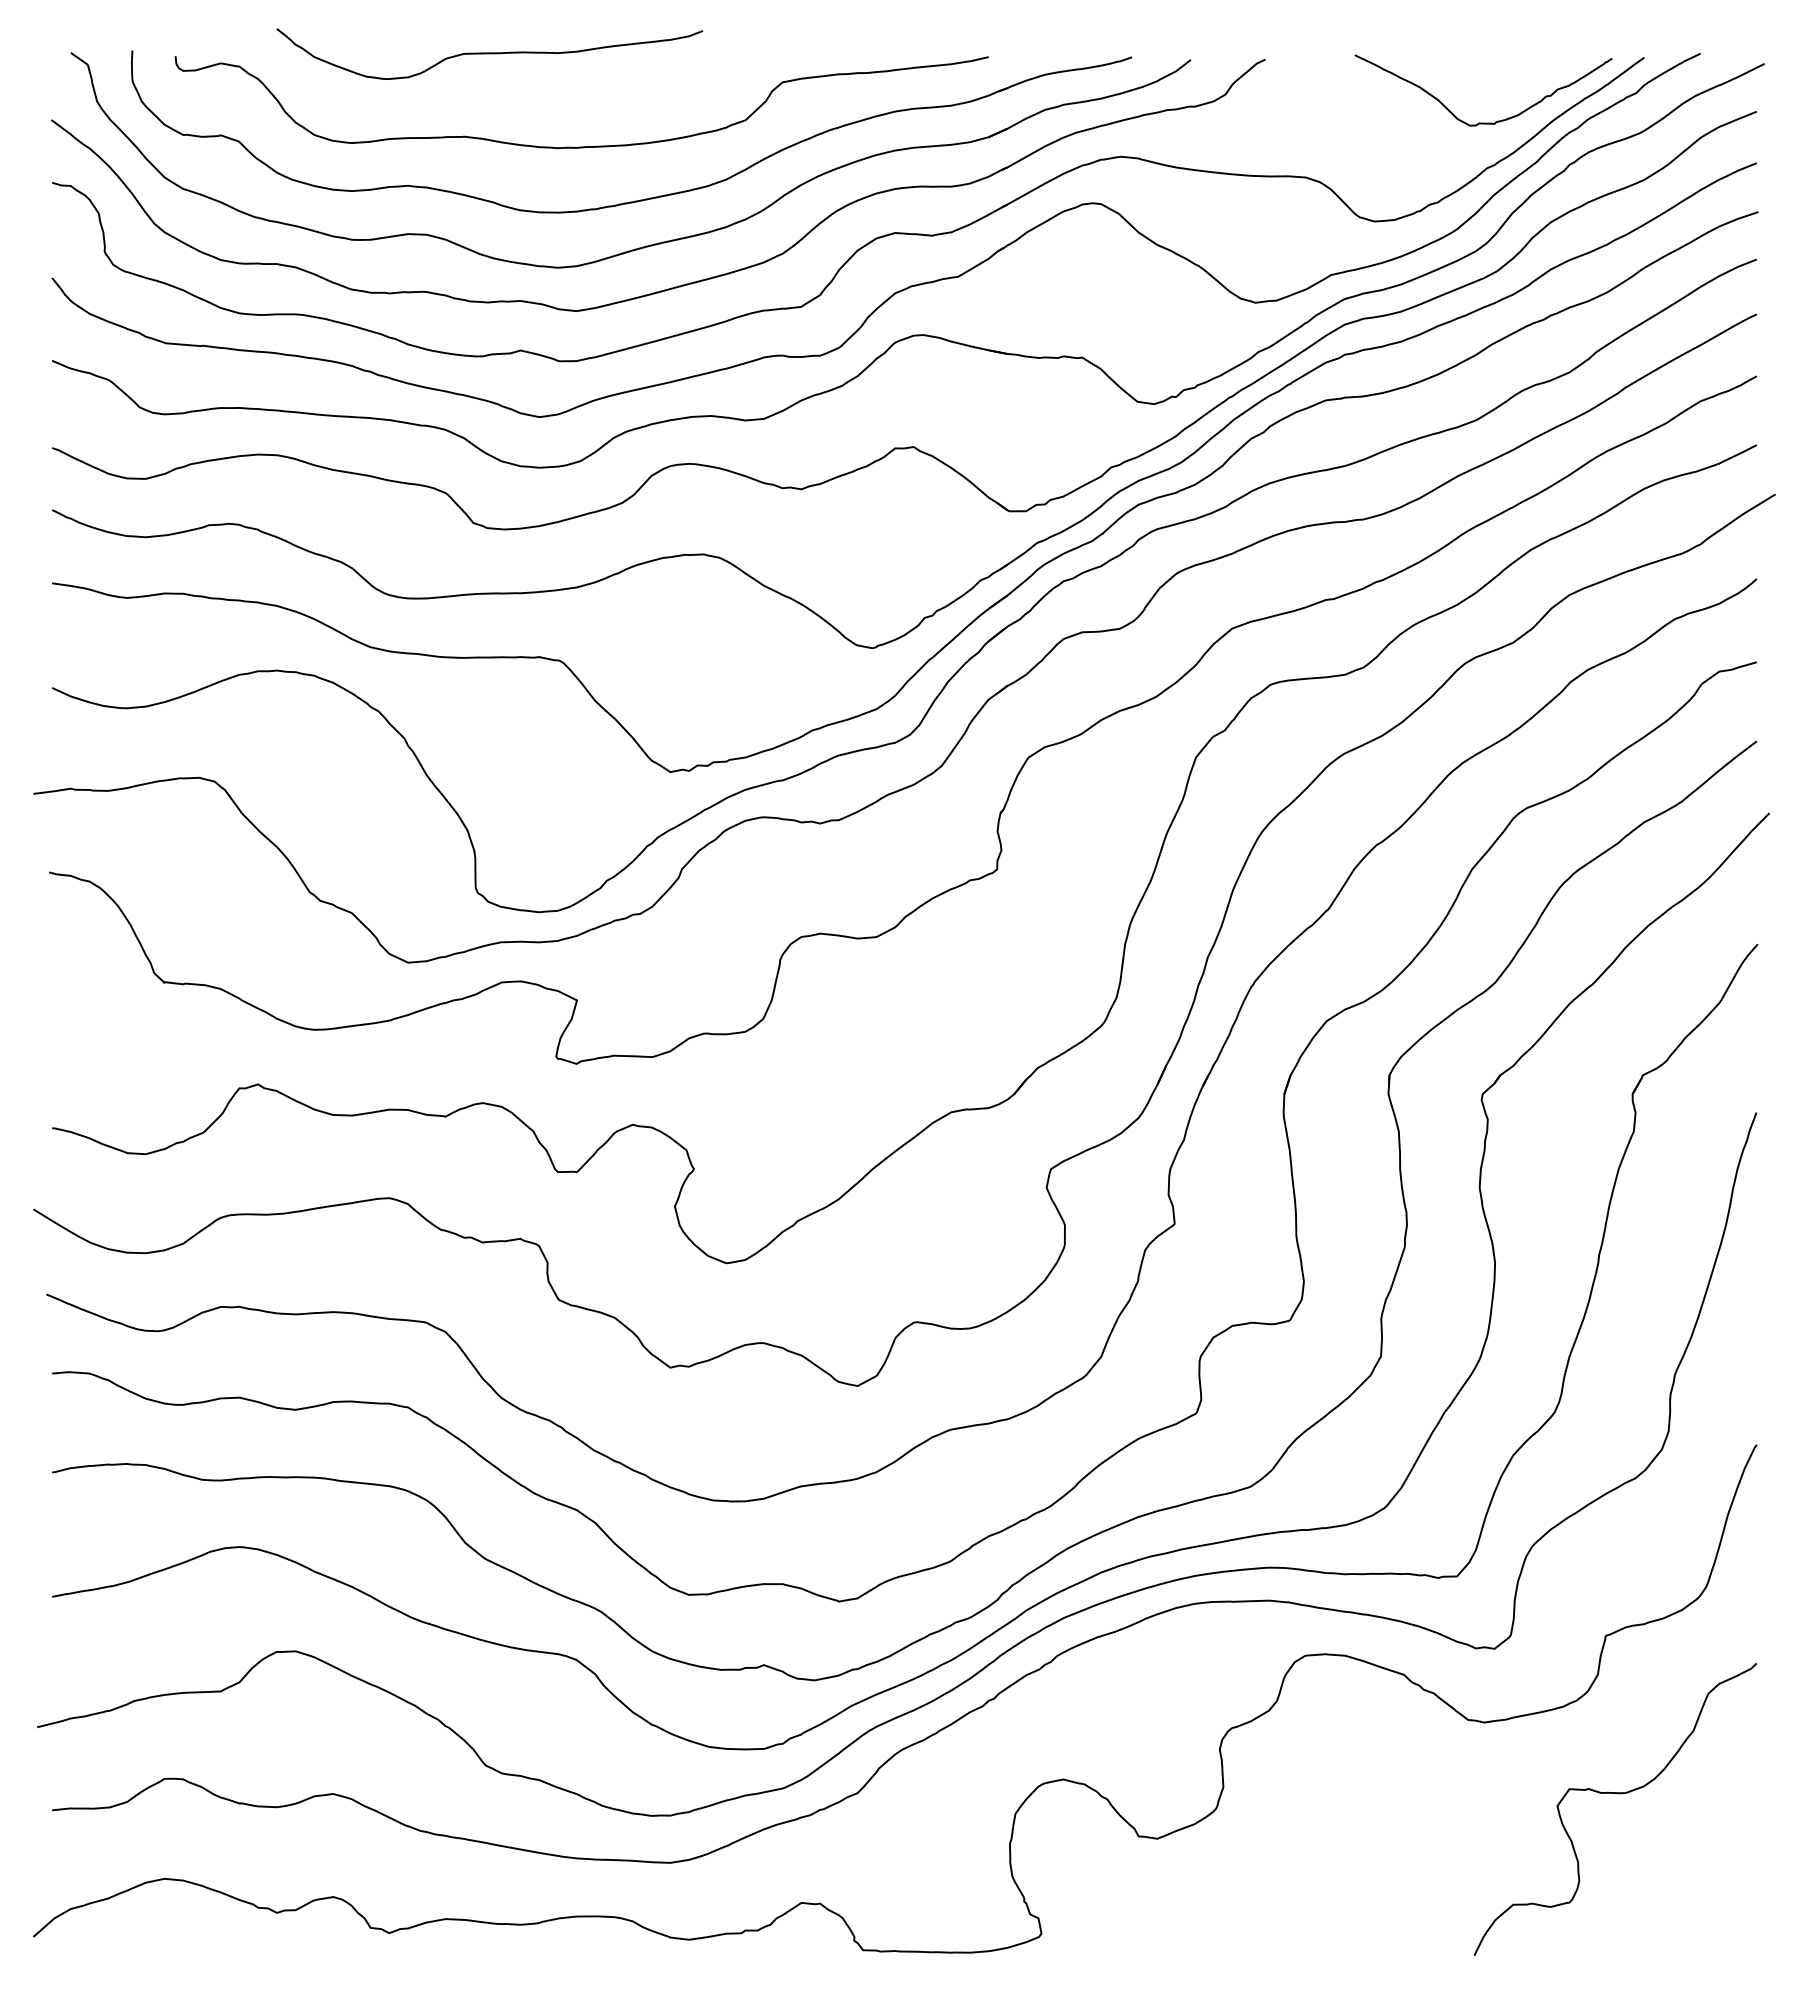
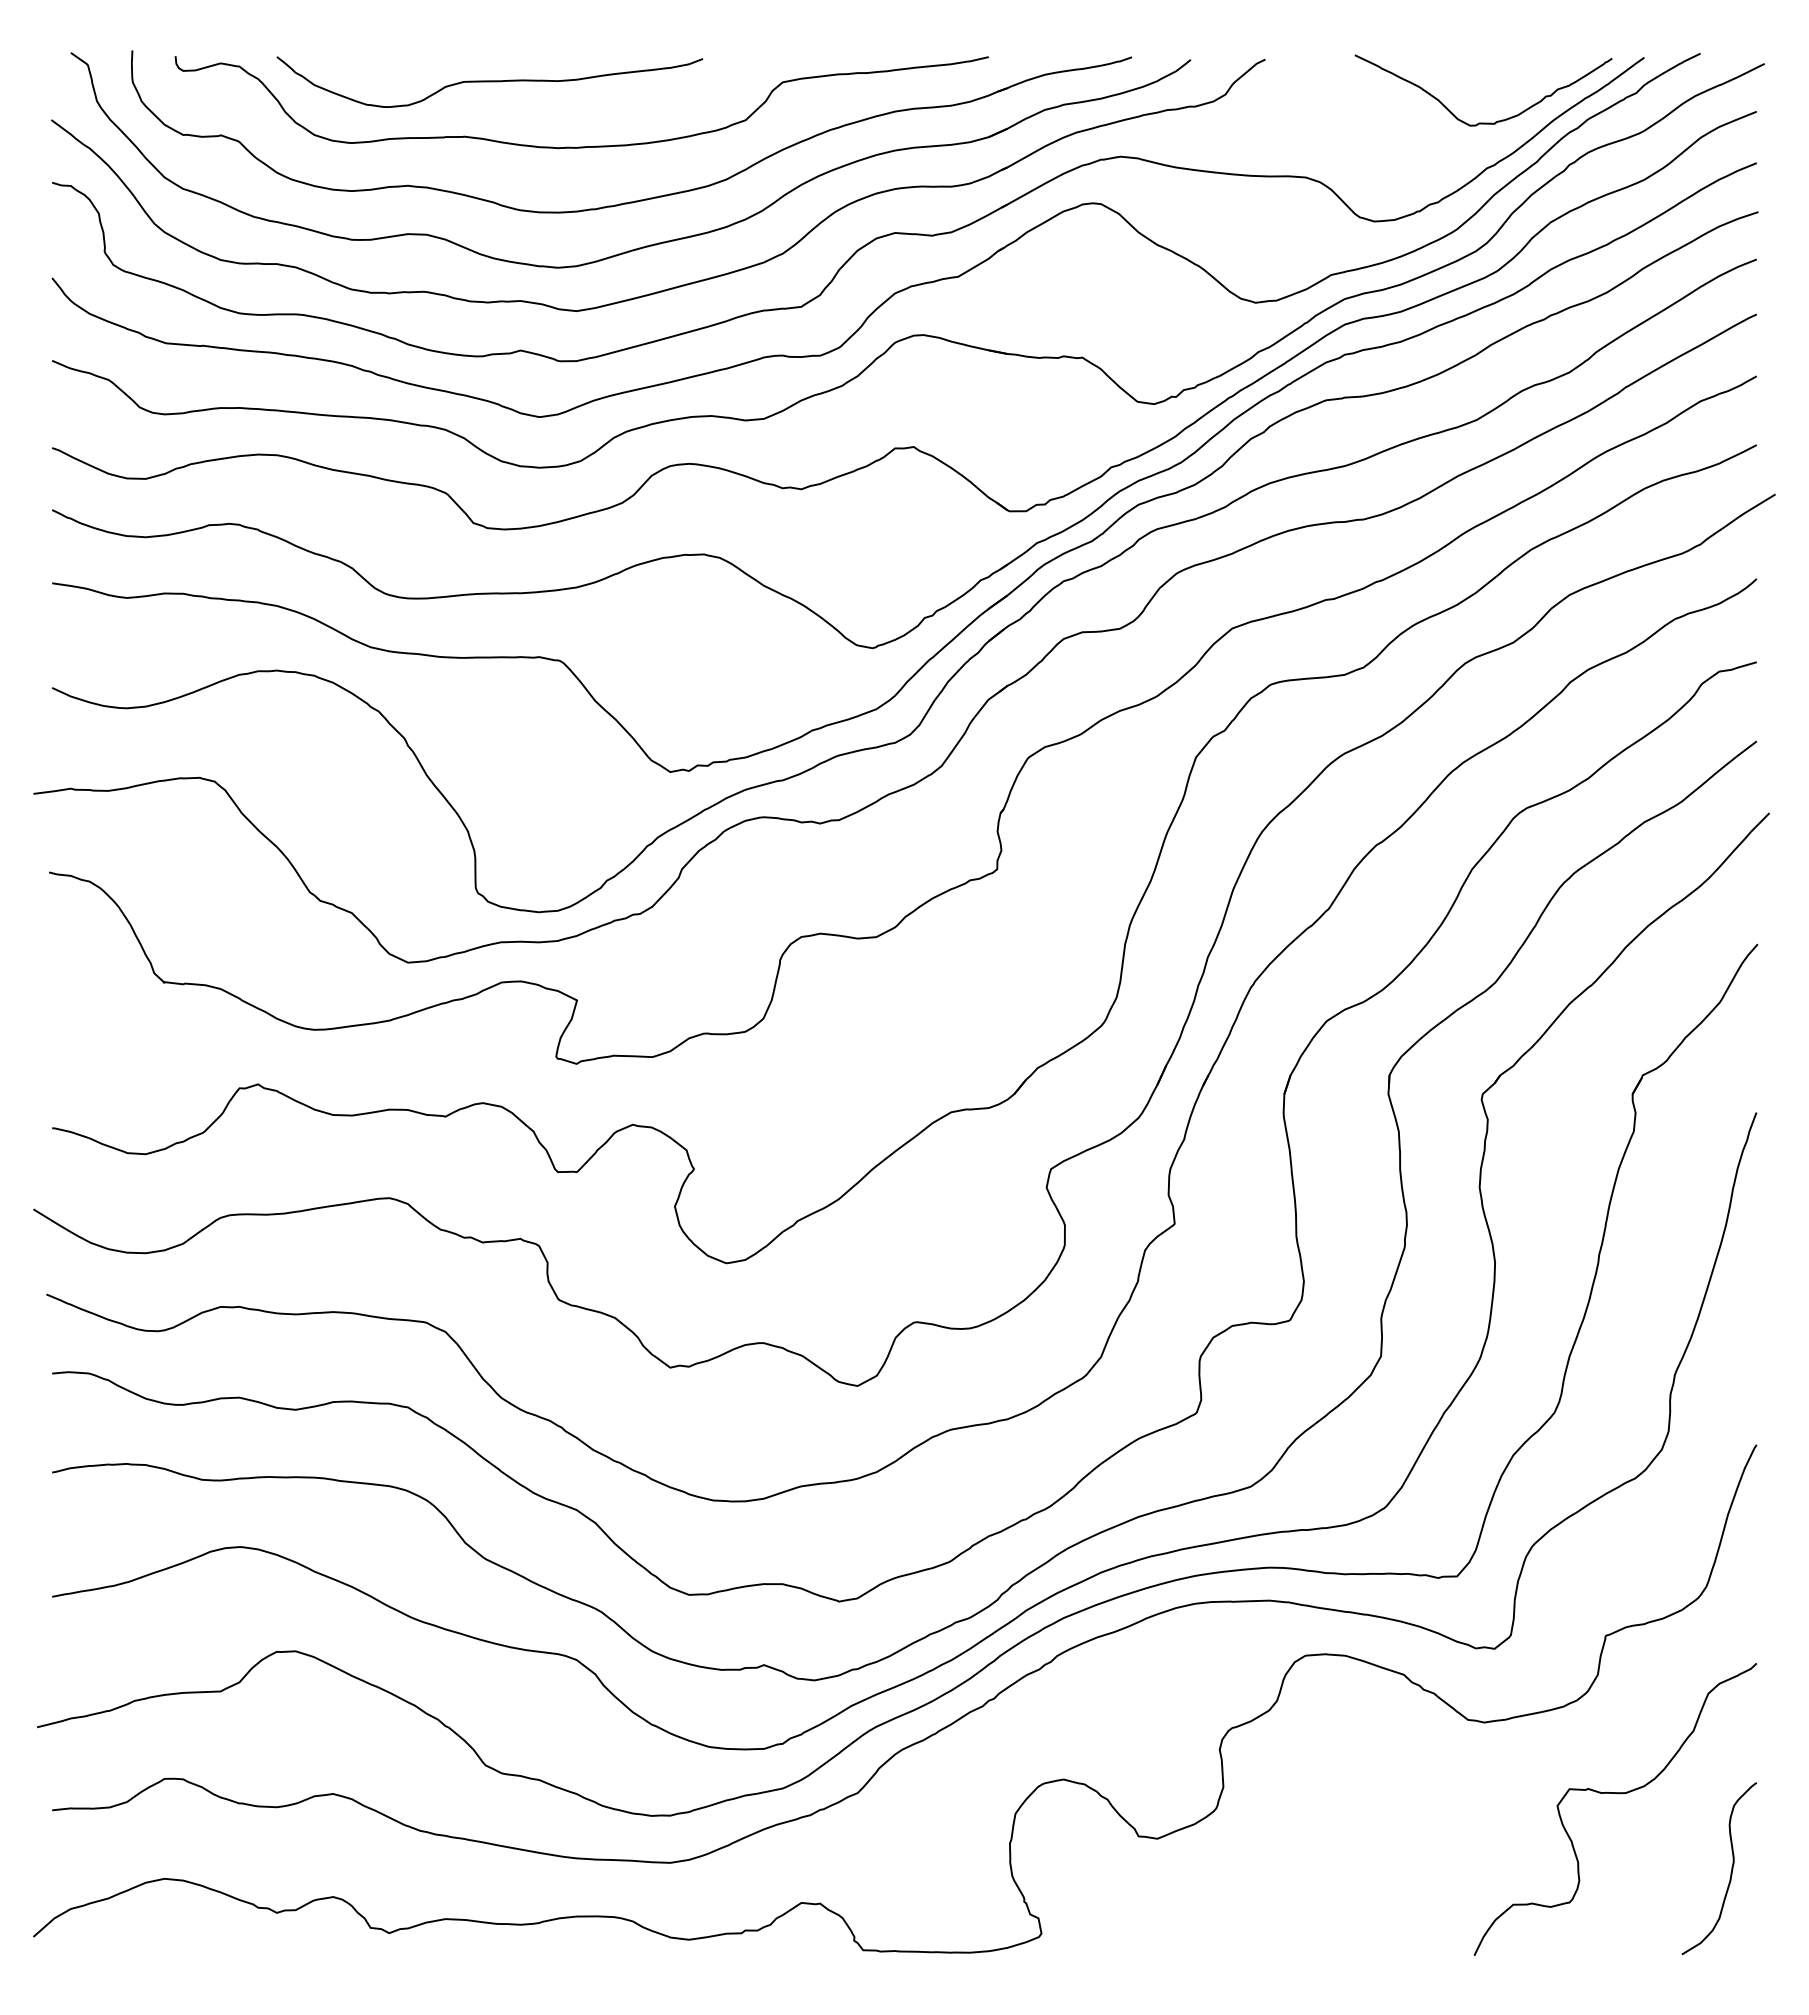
curve at (489, 53) position: (489, 53) -> (489, 81)
curve at (1730, 1872): none -> present
